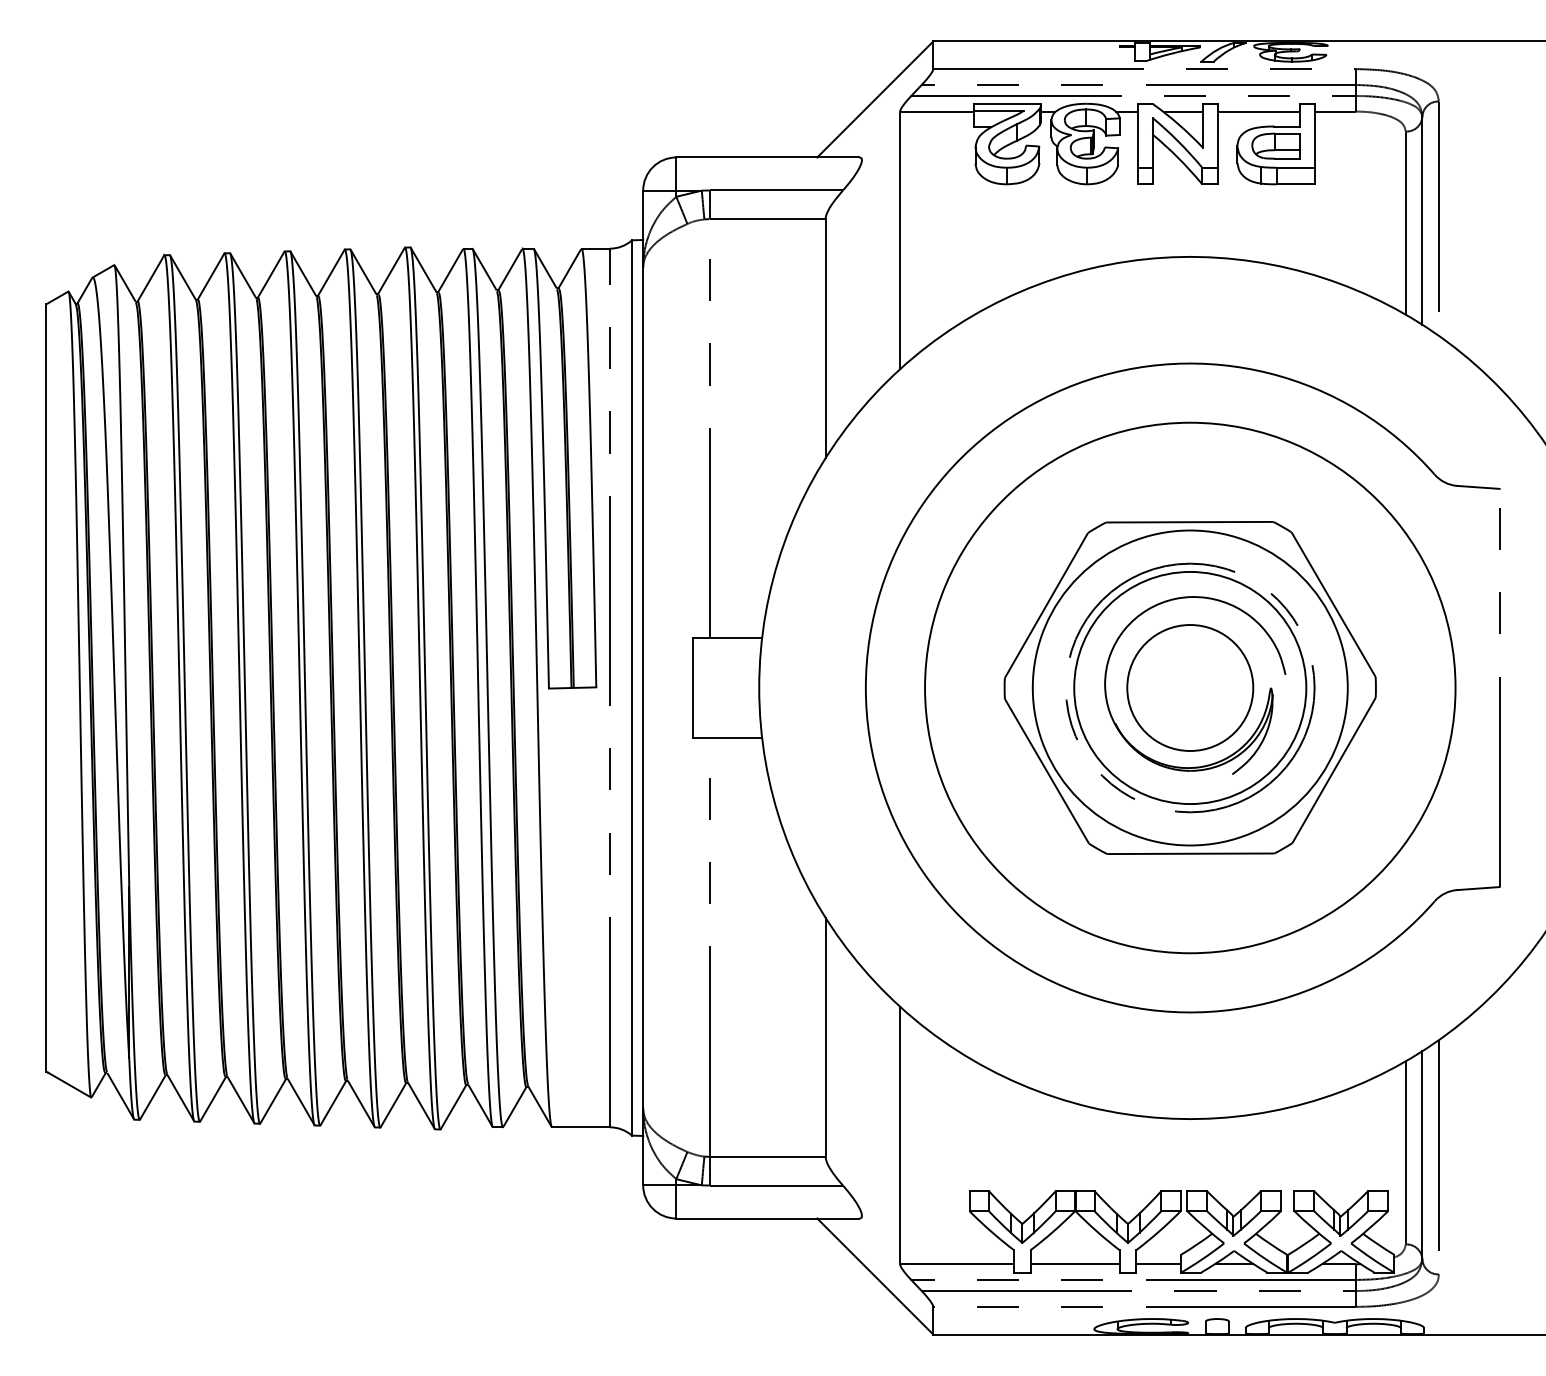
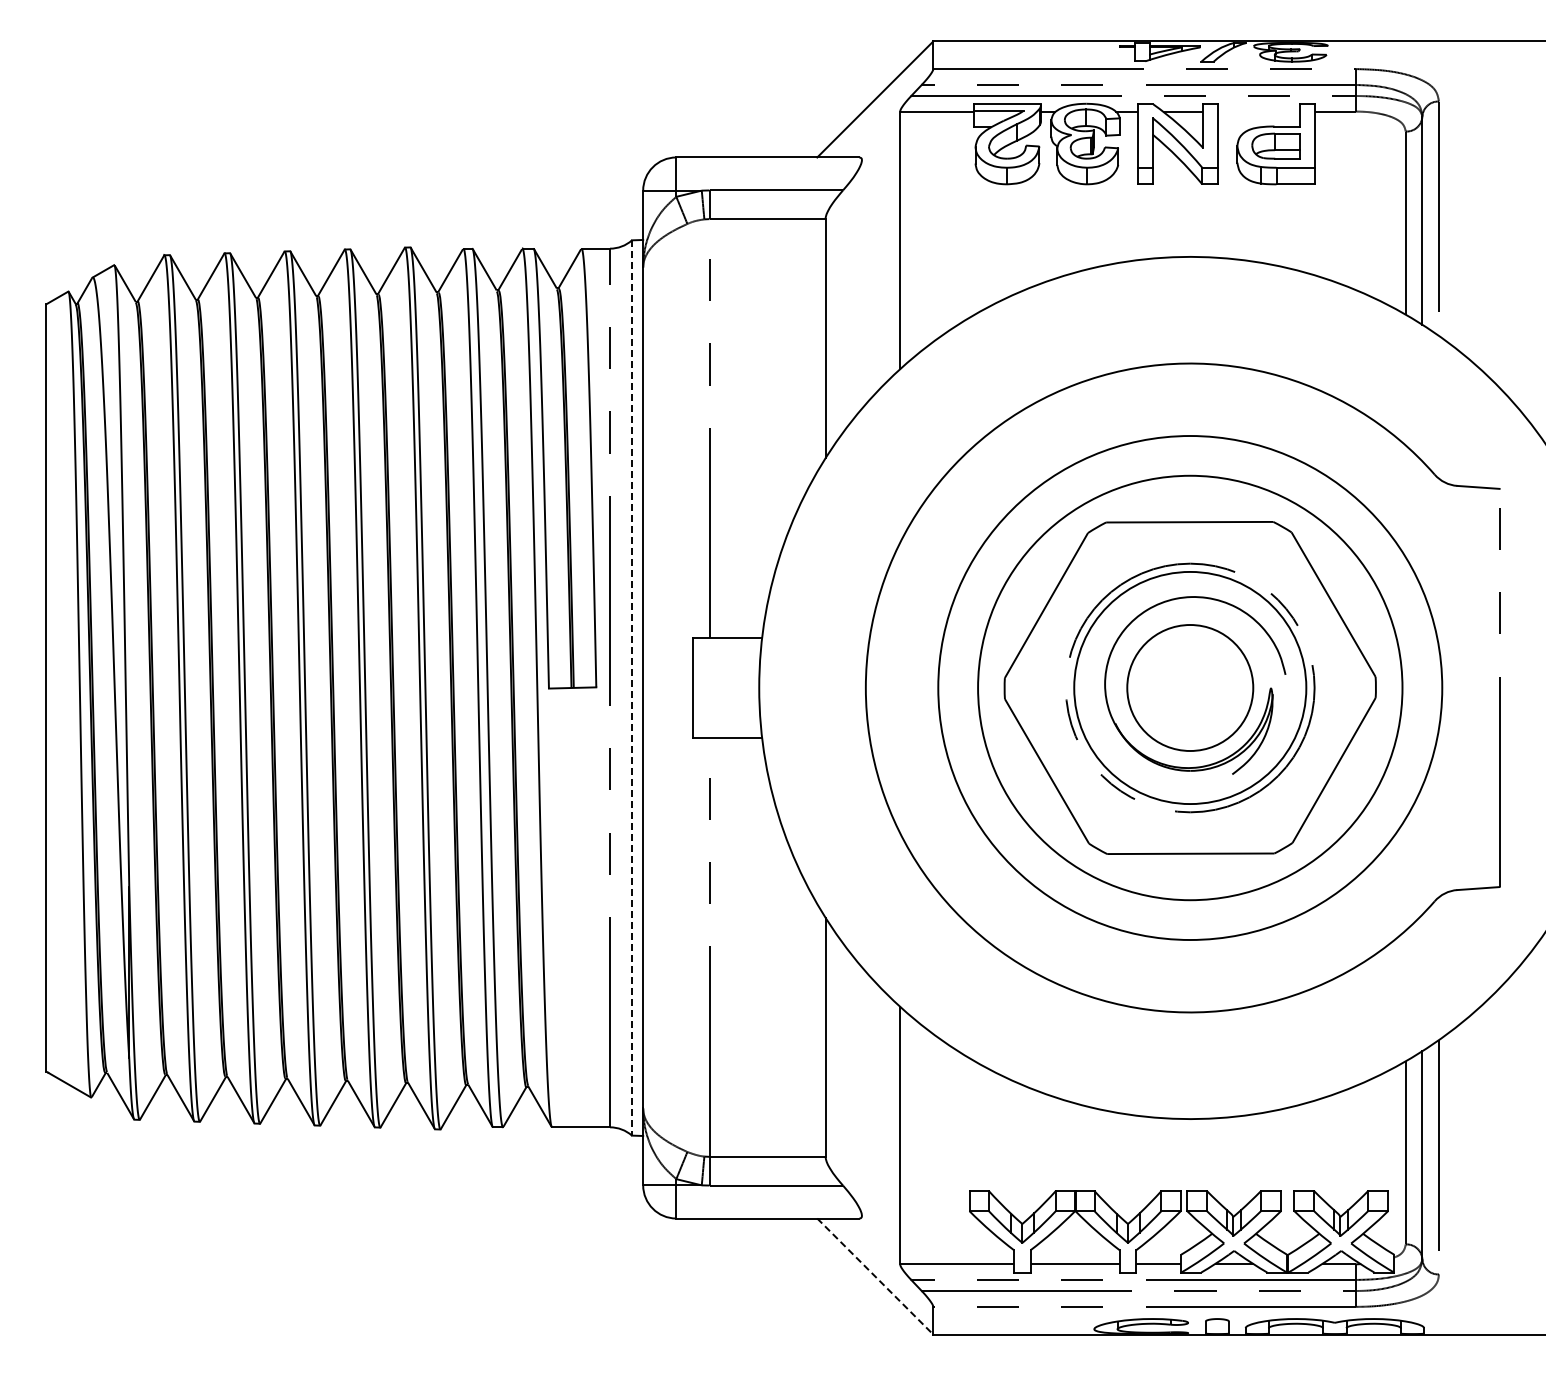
line at (1258, 111): present -> none
line at (631, 687): solid -> dashed
circle at (1189, 687) diameter: 315 px -> 504 px
circle at (1190, 687) diameter: 531 px -> 424 px
line at (875, 1276): solid -> dashed
